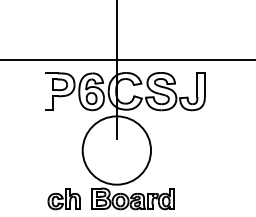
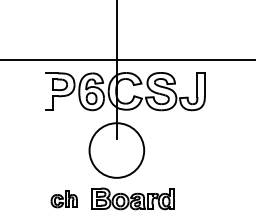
circle at (116, 150) diameter: 68 px -> 55 px
part at (63, 199) size: 34x23 px -> 28x19 px
